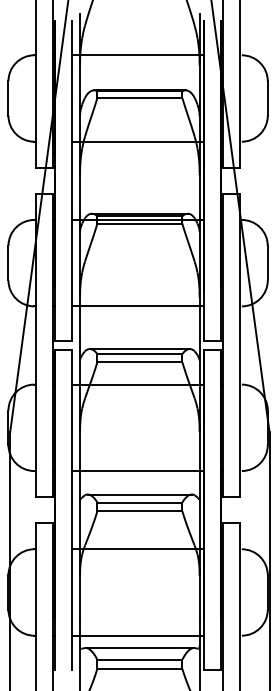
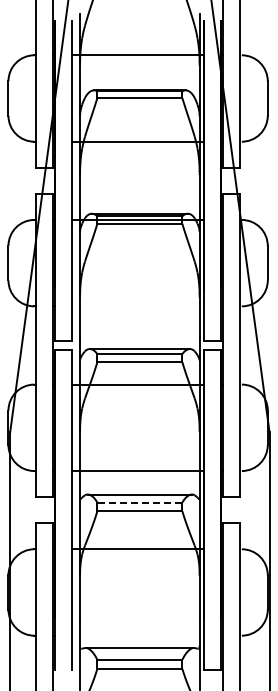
line at (137, 306): present -> none
line at (139, 502): solid -> dashed
line at (137, 635): present -> none
